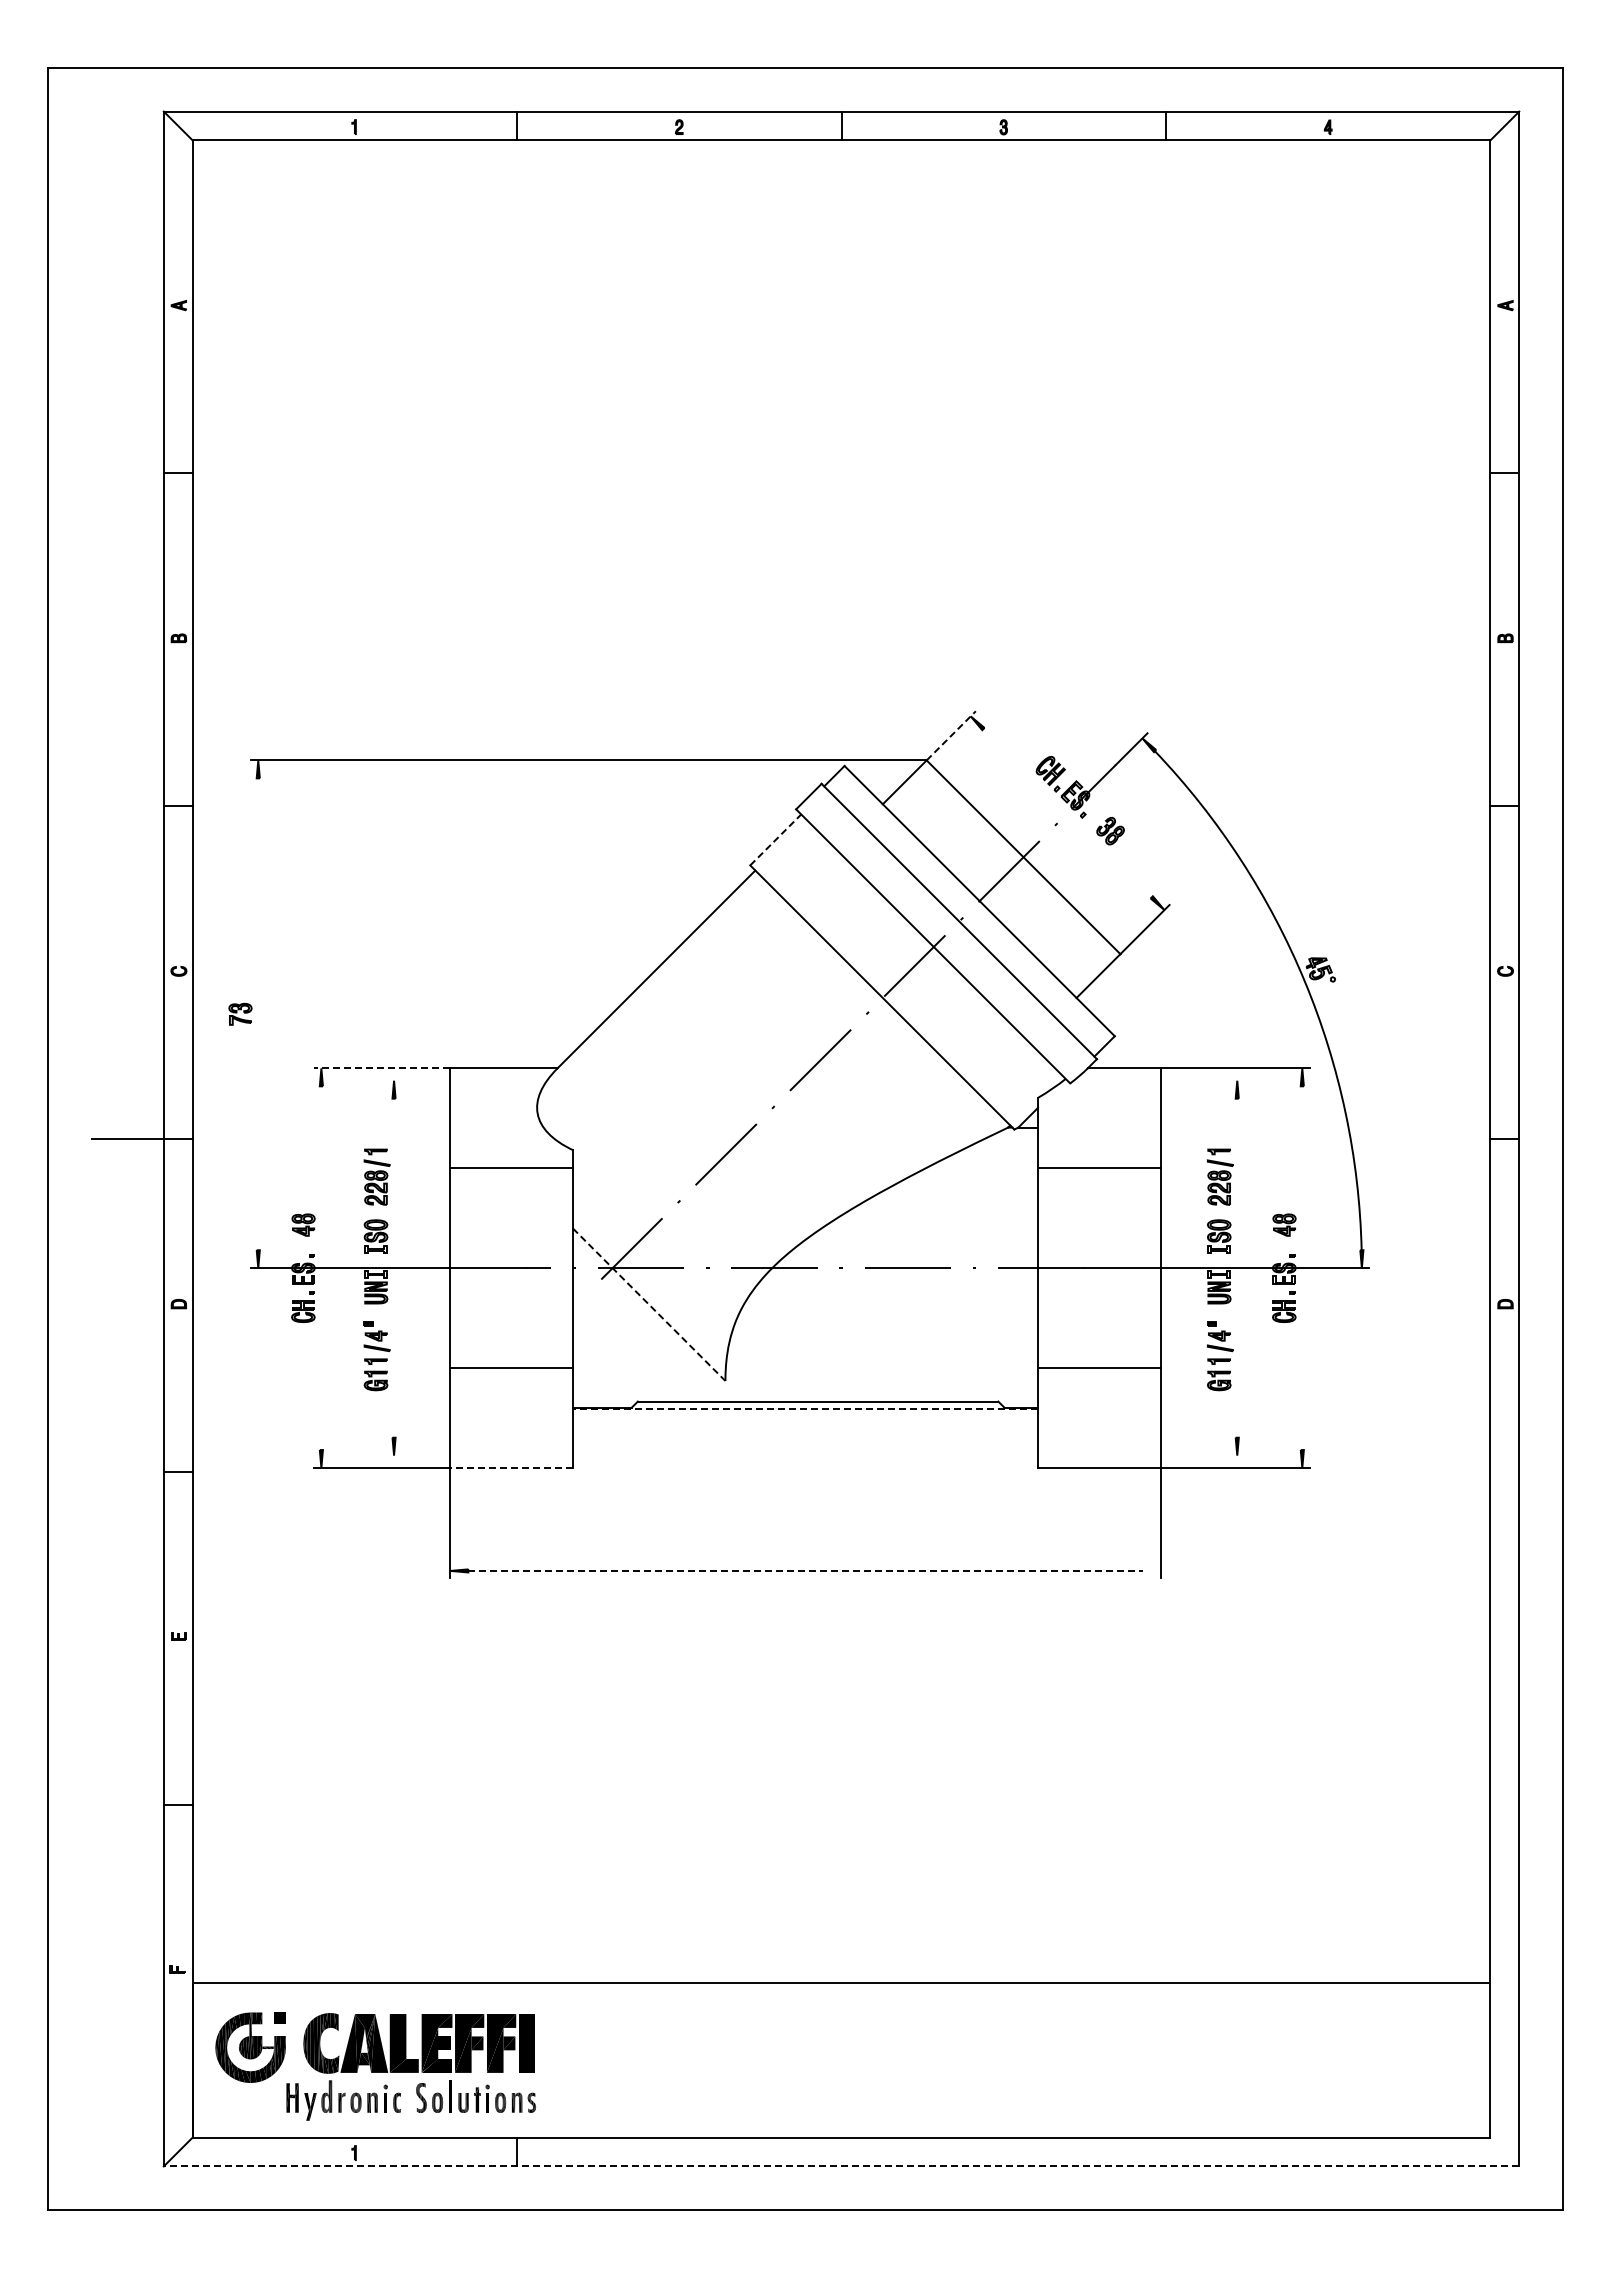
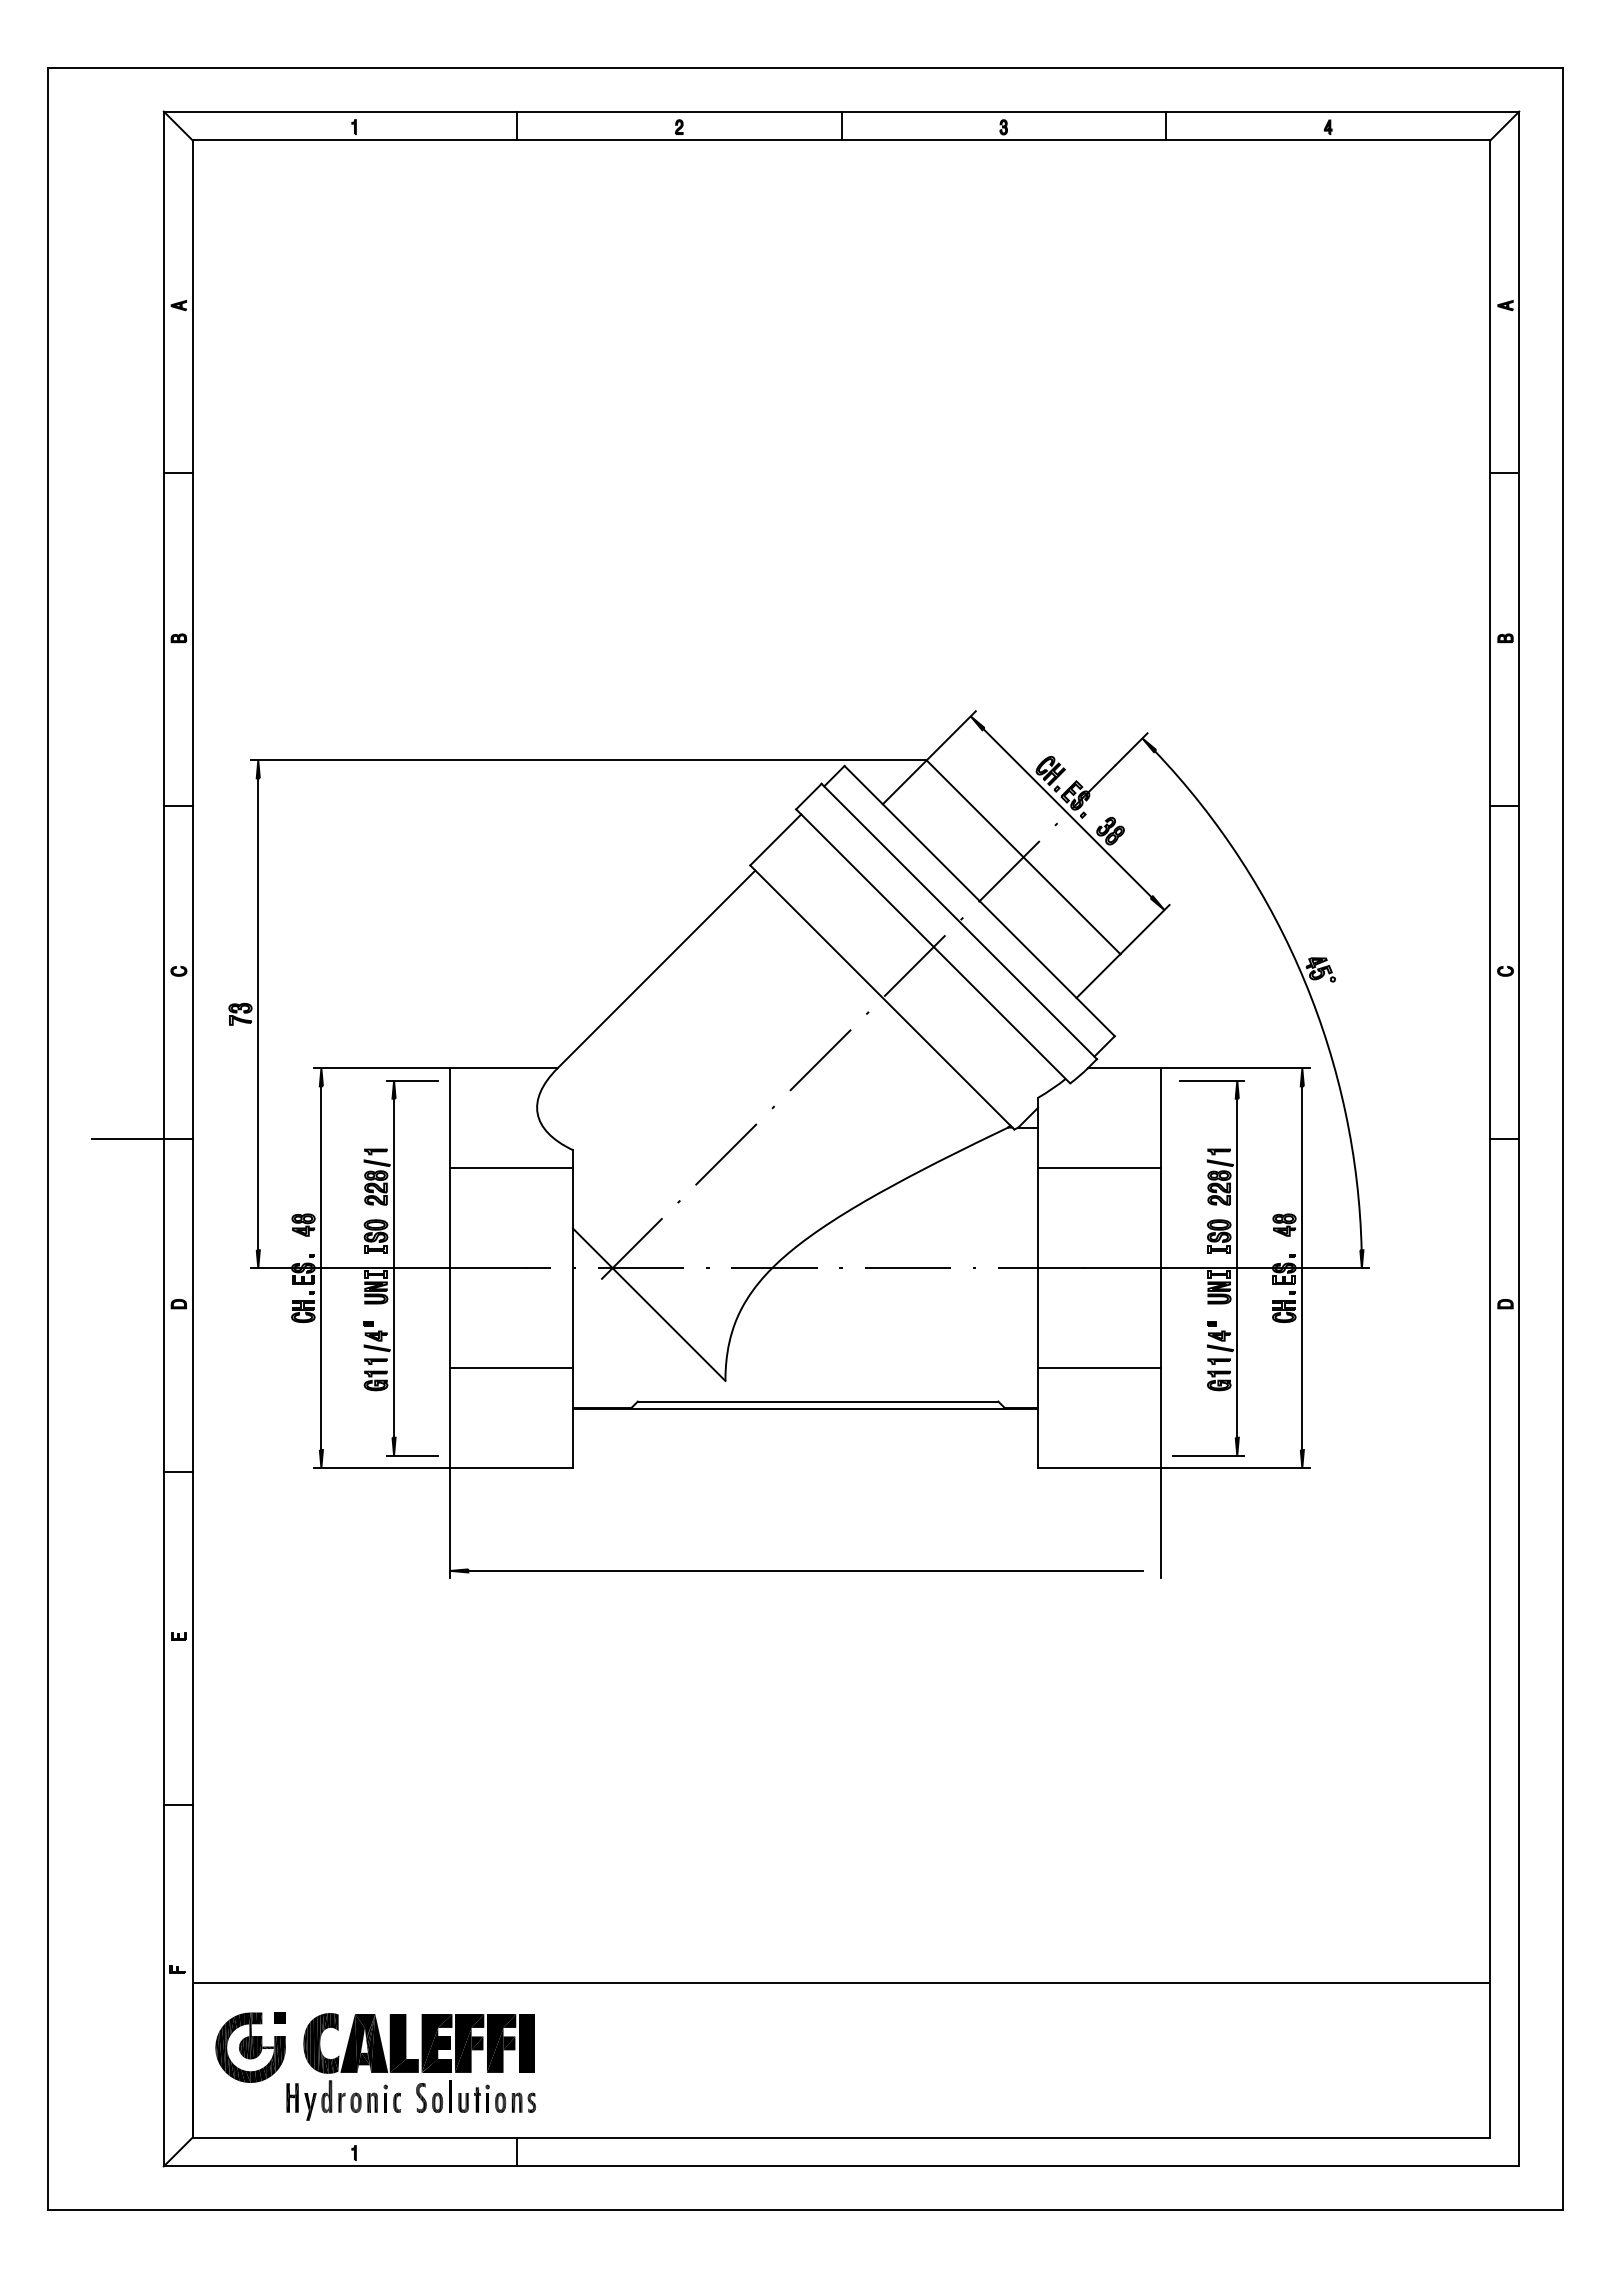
line at (951, 735): dashed -> solid
line at (1067, 813): none -> present
line at (776, 839): dashed -> solid
line at (258, 1014): none -> present
line at (381, 1068): dashed -> solid
line at (411, 1080): none -> present
line at (1212, 1080): none -> present
line at (394, 1267): none -> present
line at (1237, 1267): none -> present
line at (321, 1268): none -> present
line at (1302, 1268): none -> present
line at (649, 1304): dashed -> solid
line at (805, 1408): dashed -> solid
line at (411, 1455): none -> present
line at (1208, 1455): none -> present
line at (511, 1468): dashed -> solid
line at (805, 1570): dashed -> solid
line at (841, 2166): dashed -> solid
